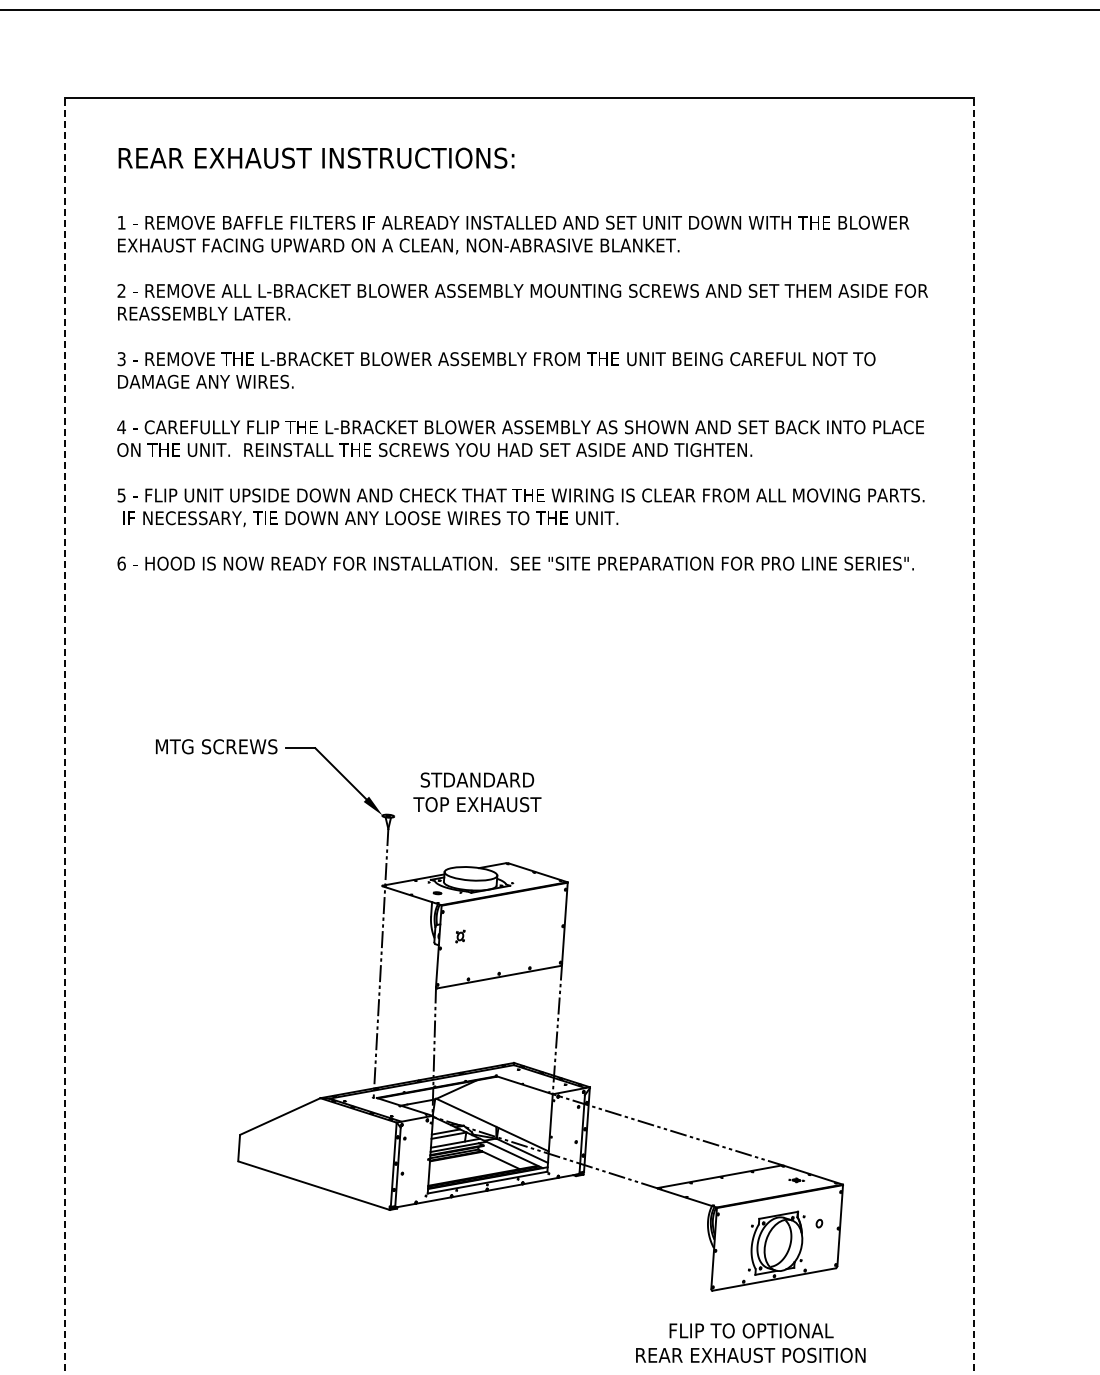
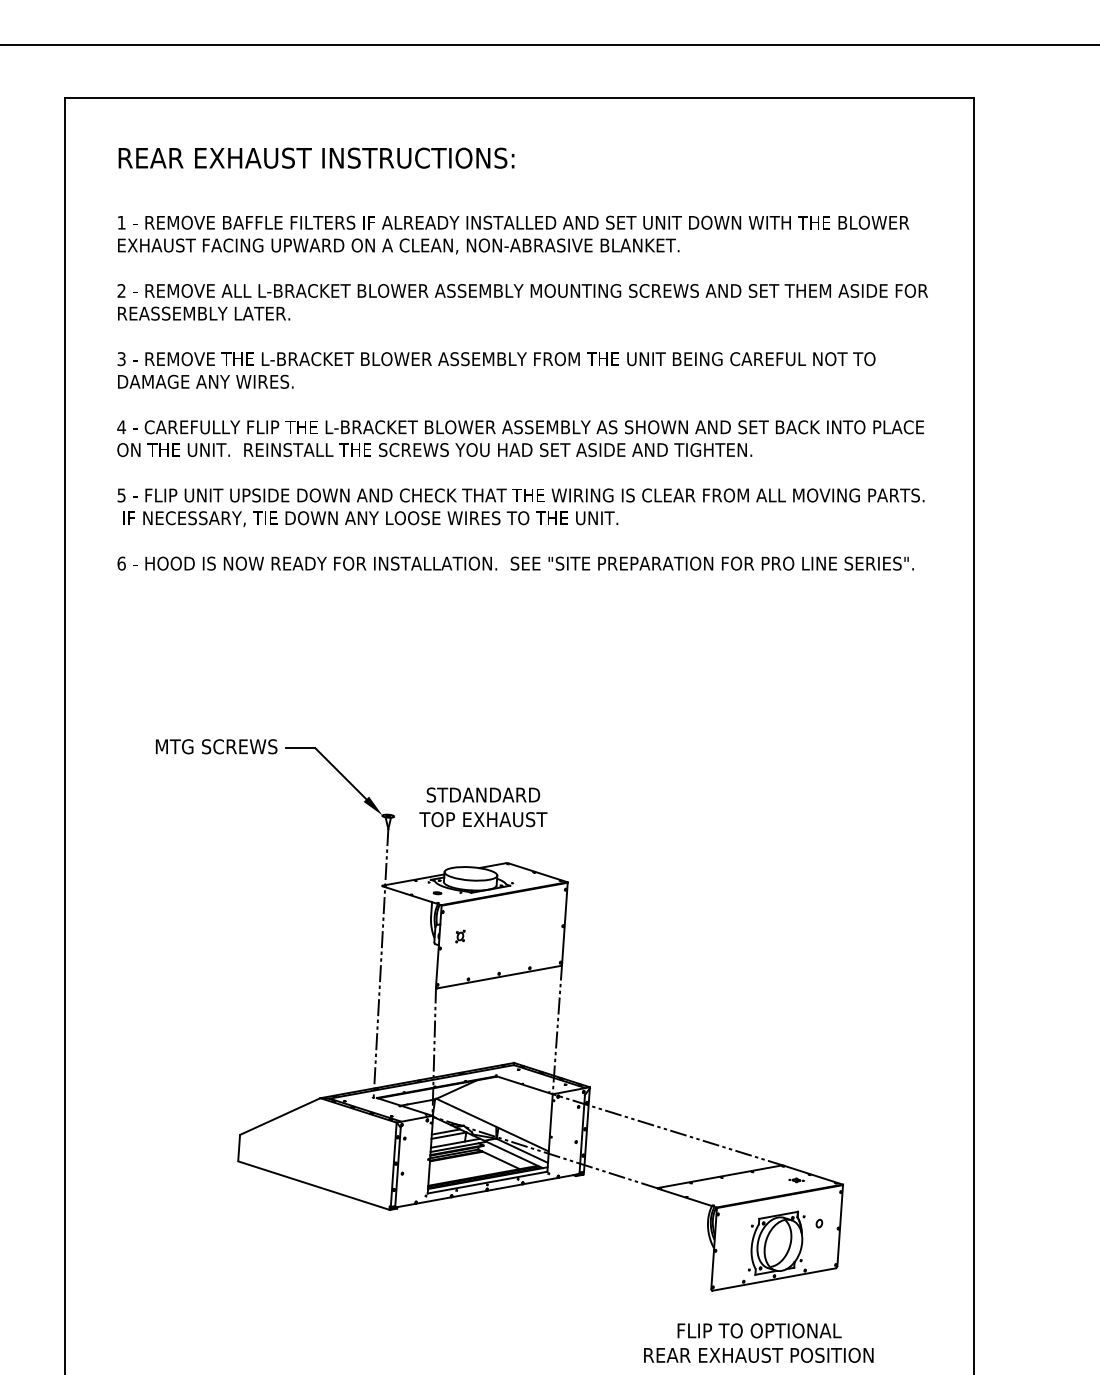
line at (549, 10) position: (549, 10) -> (549, 45)
line at (64, 736): dashed -> solid
line at (973, 736): dashed -> solid
text at (477, 792) position: (477, 792) -> (483, 807)
text at (750, 1342) position: (750, 1342) -> (758, 1342)
